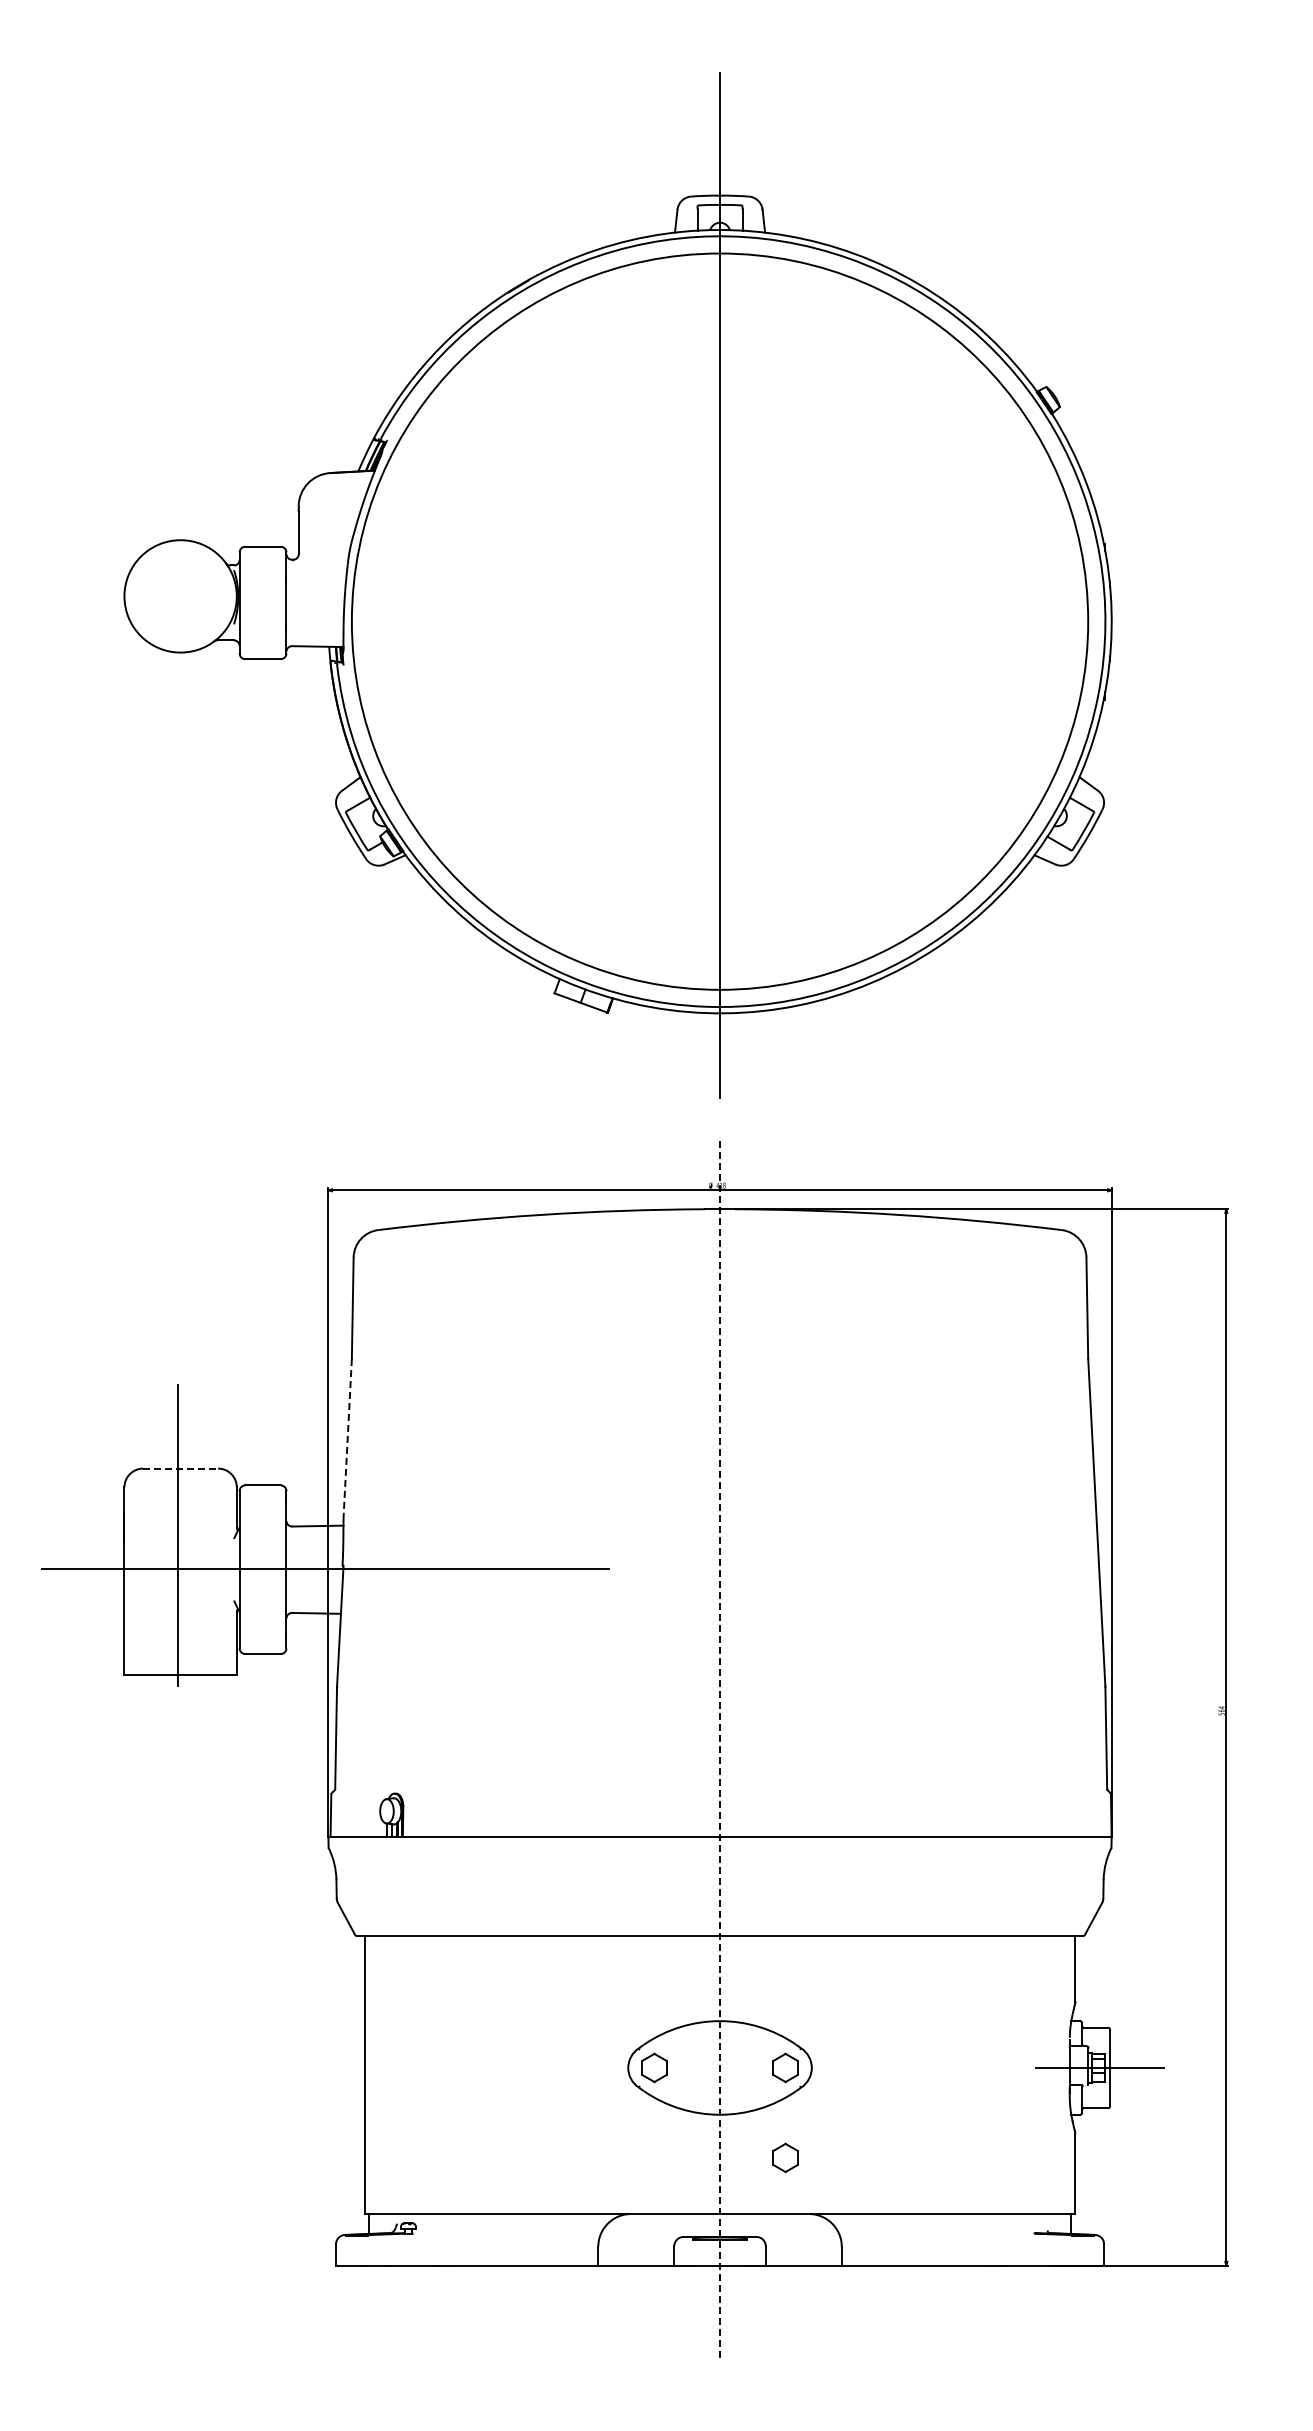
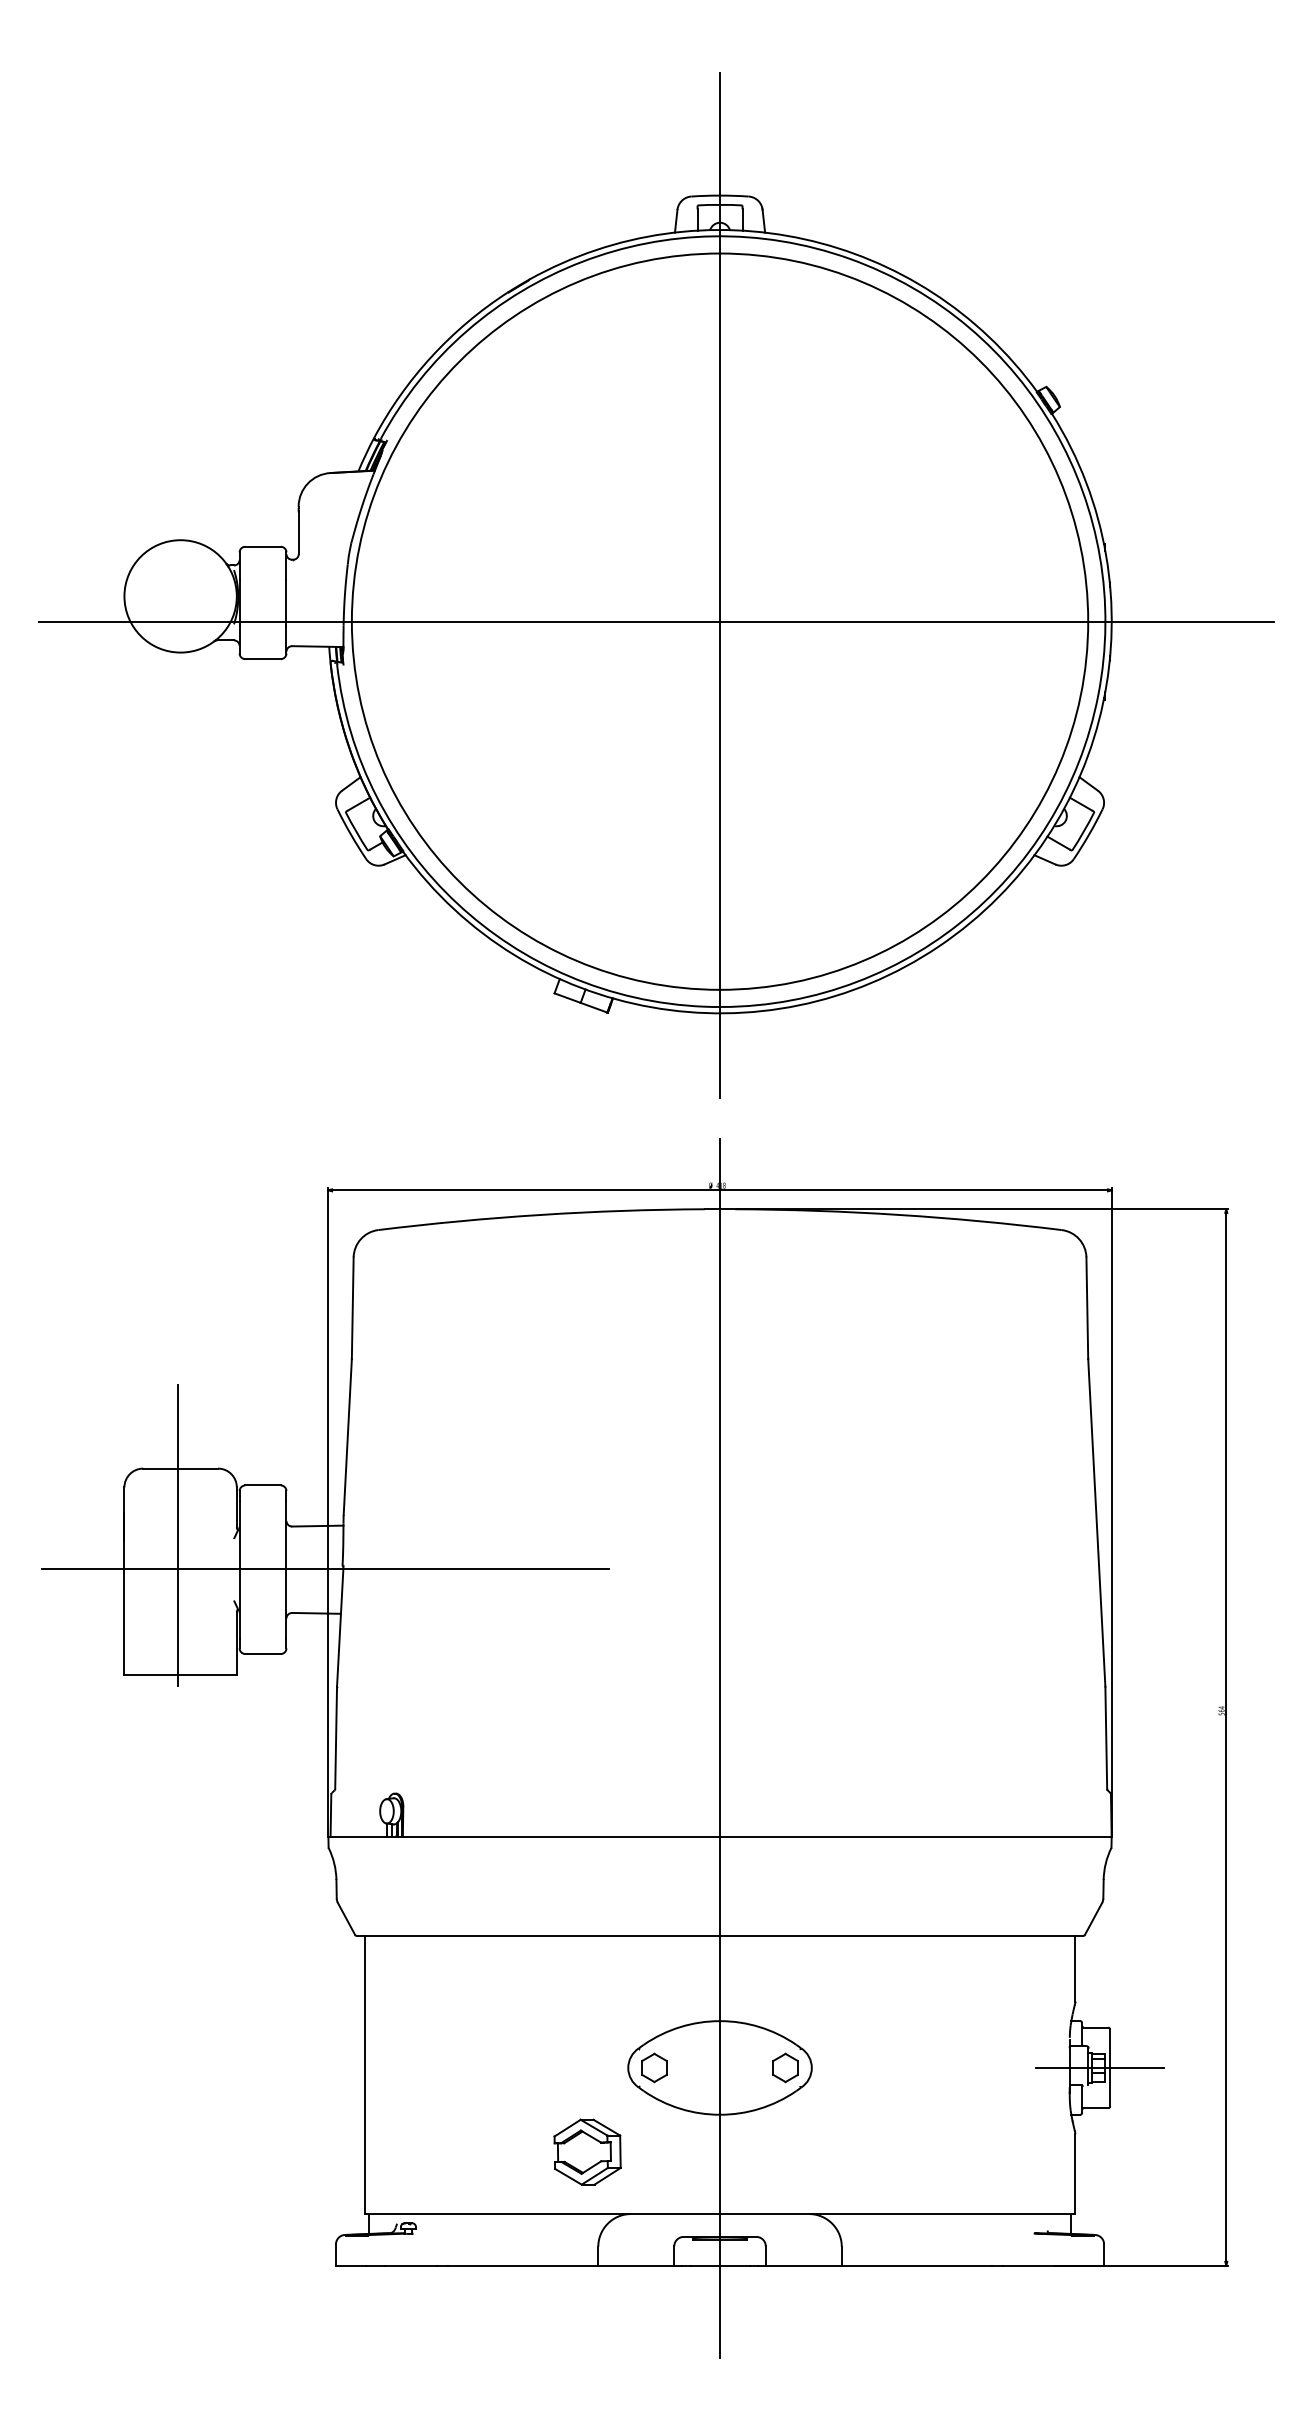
line at (656, 621): none -> present
line at (347, 1437): dashed -> solid
line at (181, 1468): dashed -> solid
line at (720, 1748): dashed -> solid
part at (587, 2151): none -> present
part at (785, 2157): present -> none
